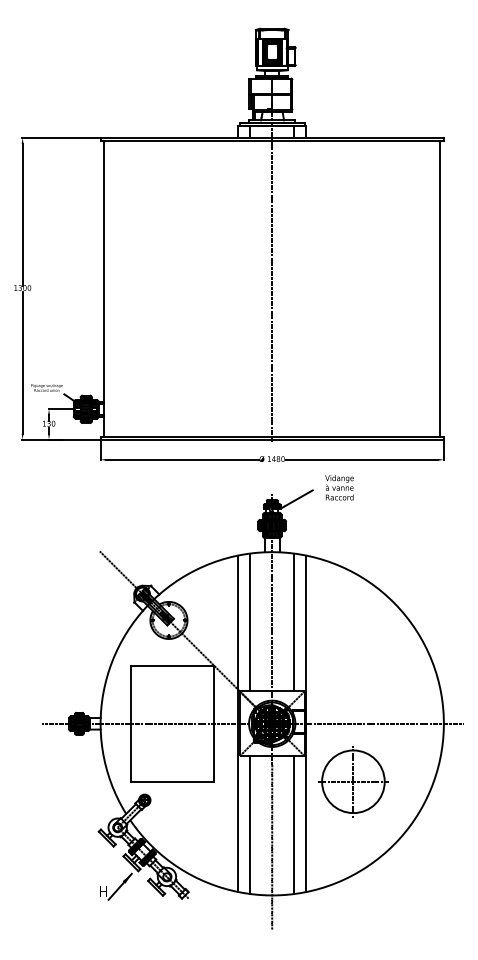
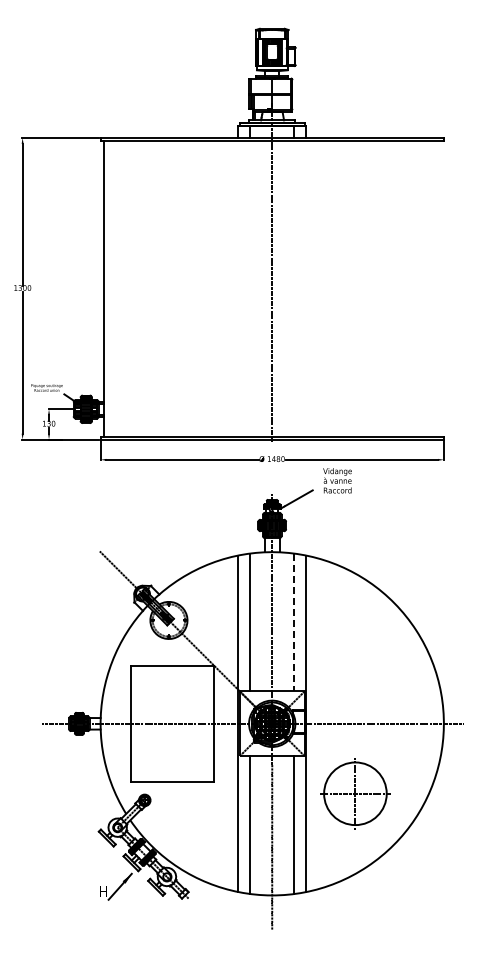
line at (440, 288): present -> none
text at (339, 487) position: (339, 487) -> (337, 480)
line at (294, 622): solid -> dashed
part at (353, 781) position: (353, 781) -> (355, 793)
